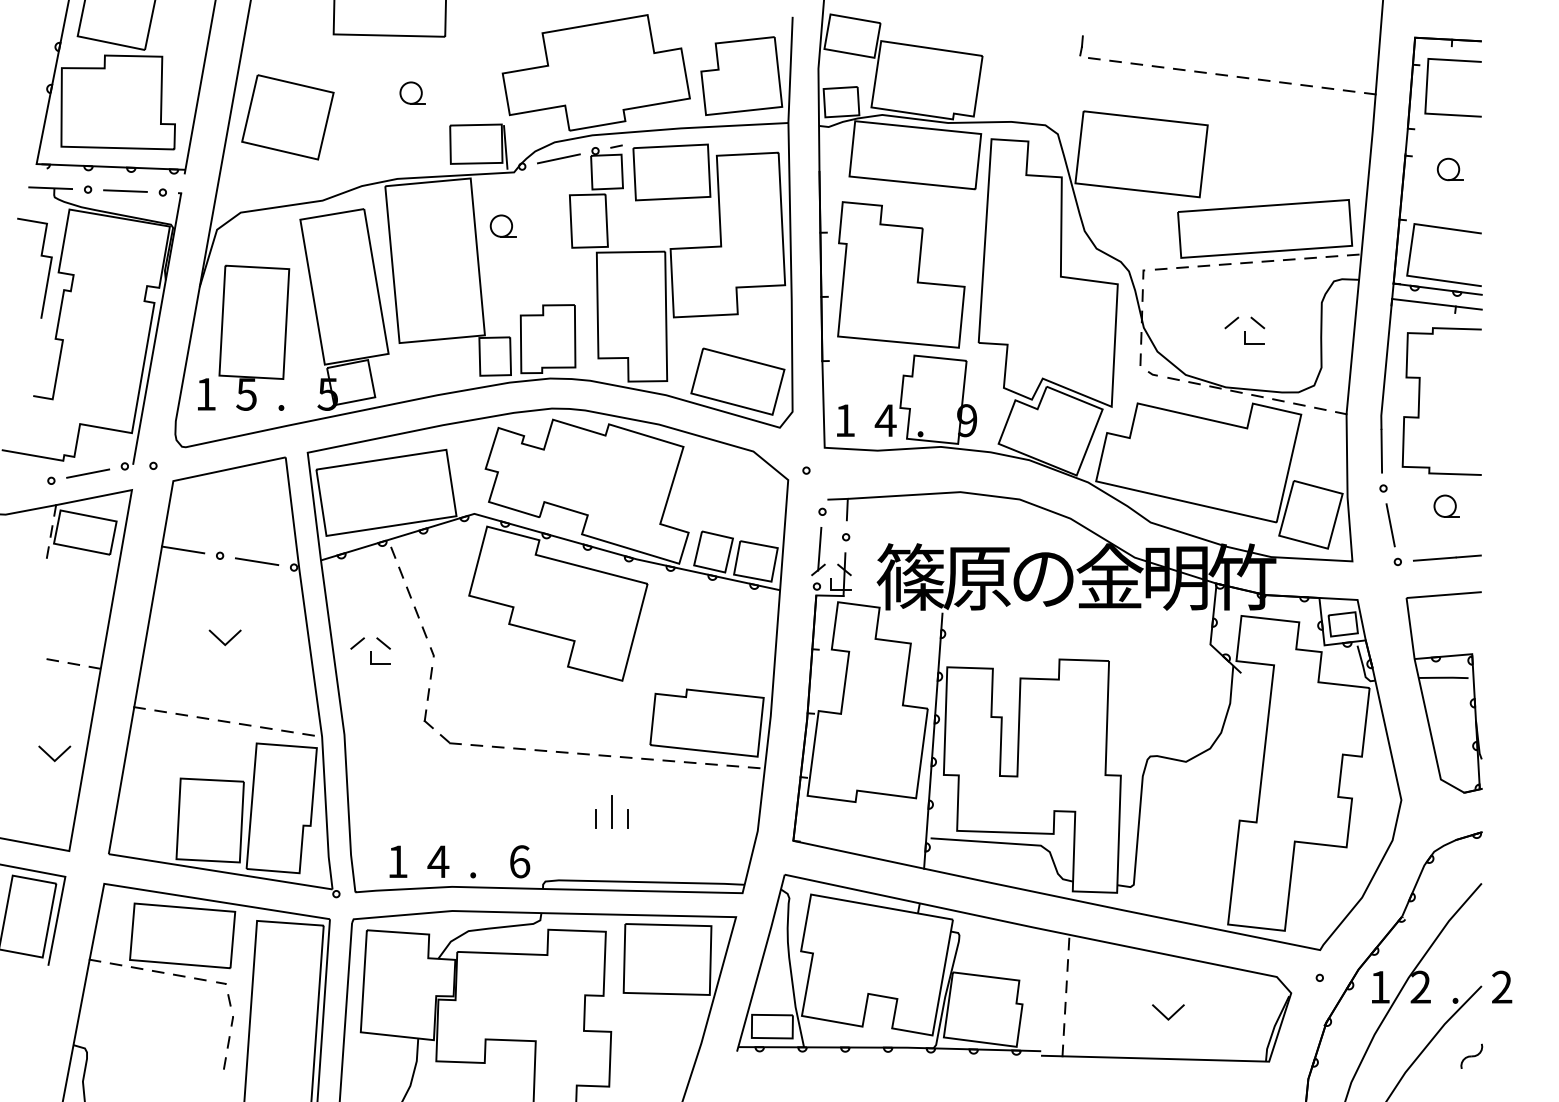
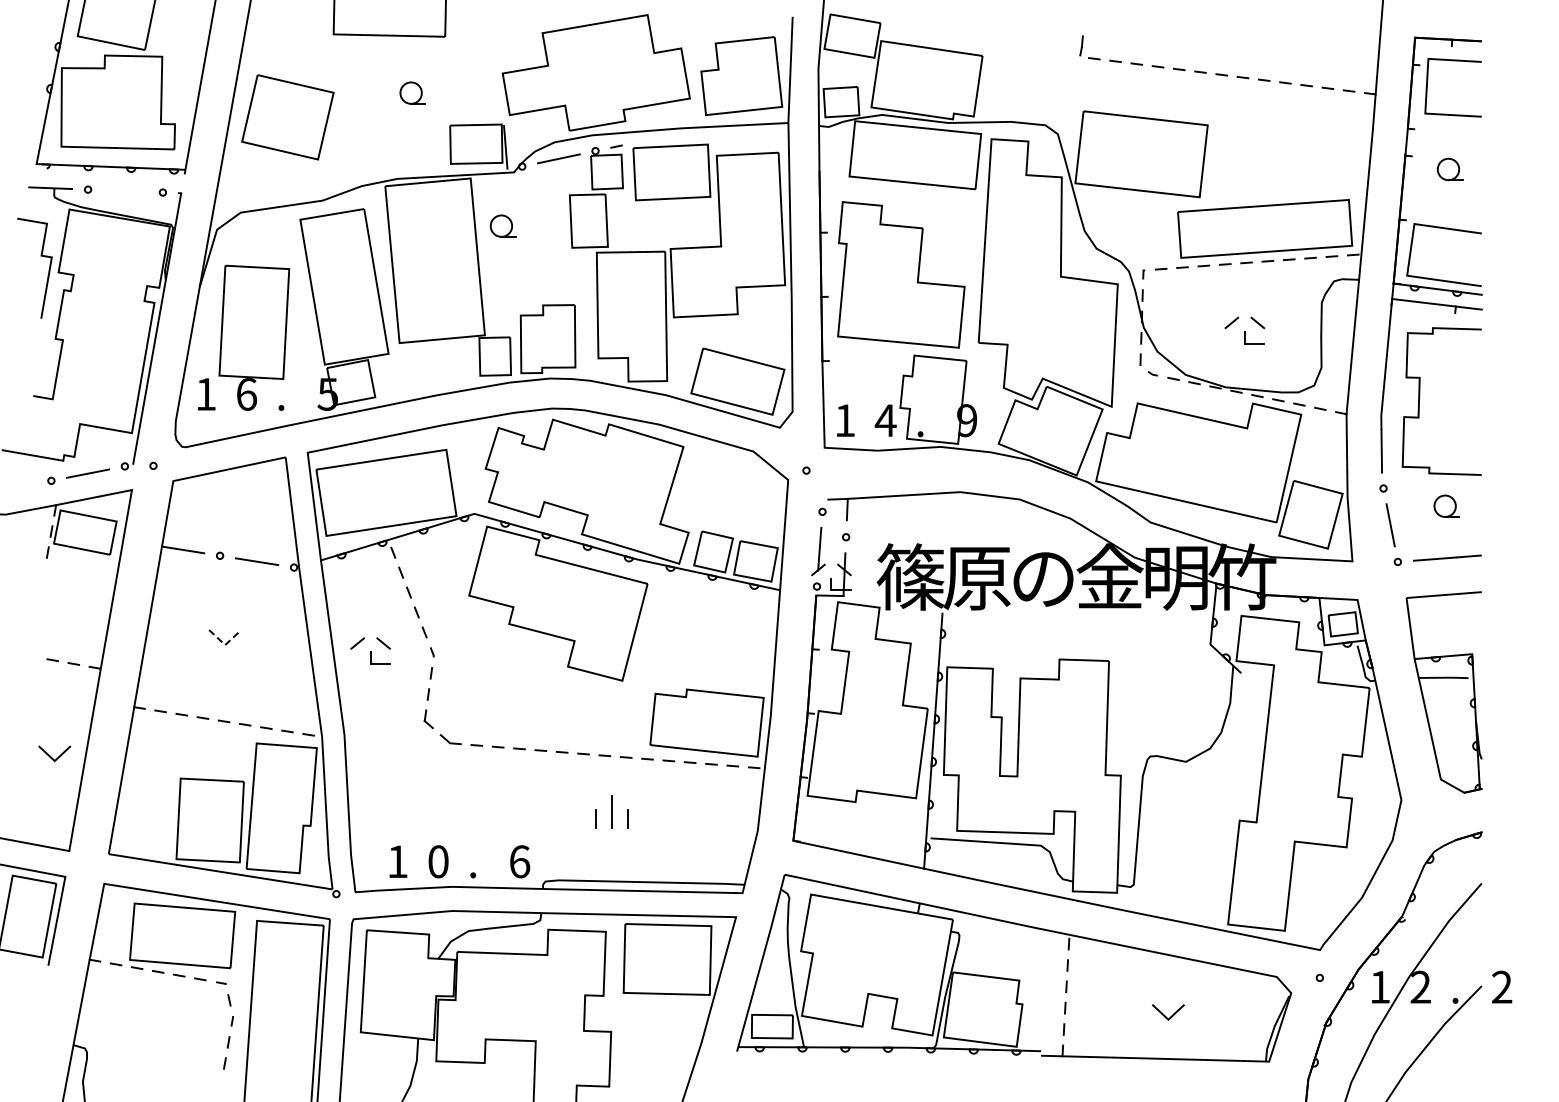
line at (125, 190): present -> none
text at (246, 394): 5 -> 6
line at (225, 645): solid -> dashed
text at (438, 861): 4 -> 0
part at (1471, 1055): present -> none
